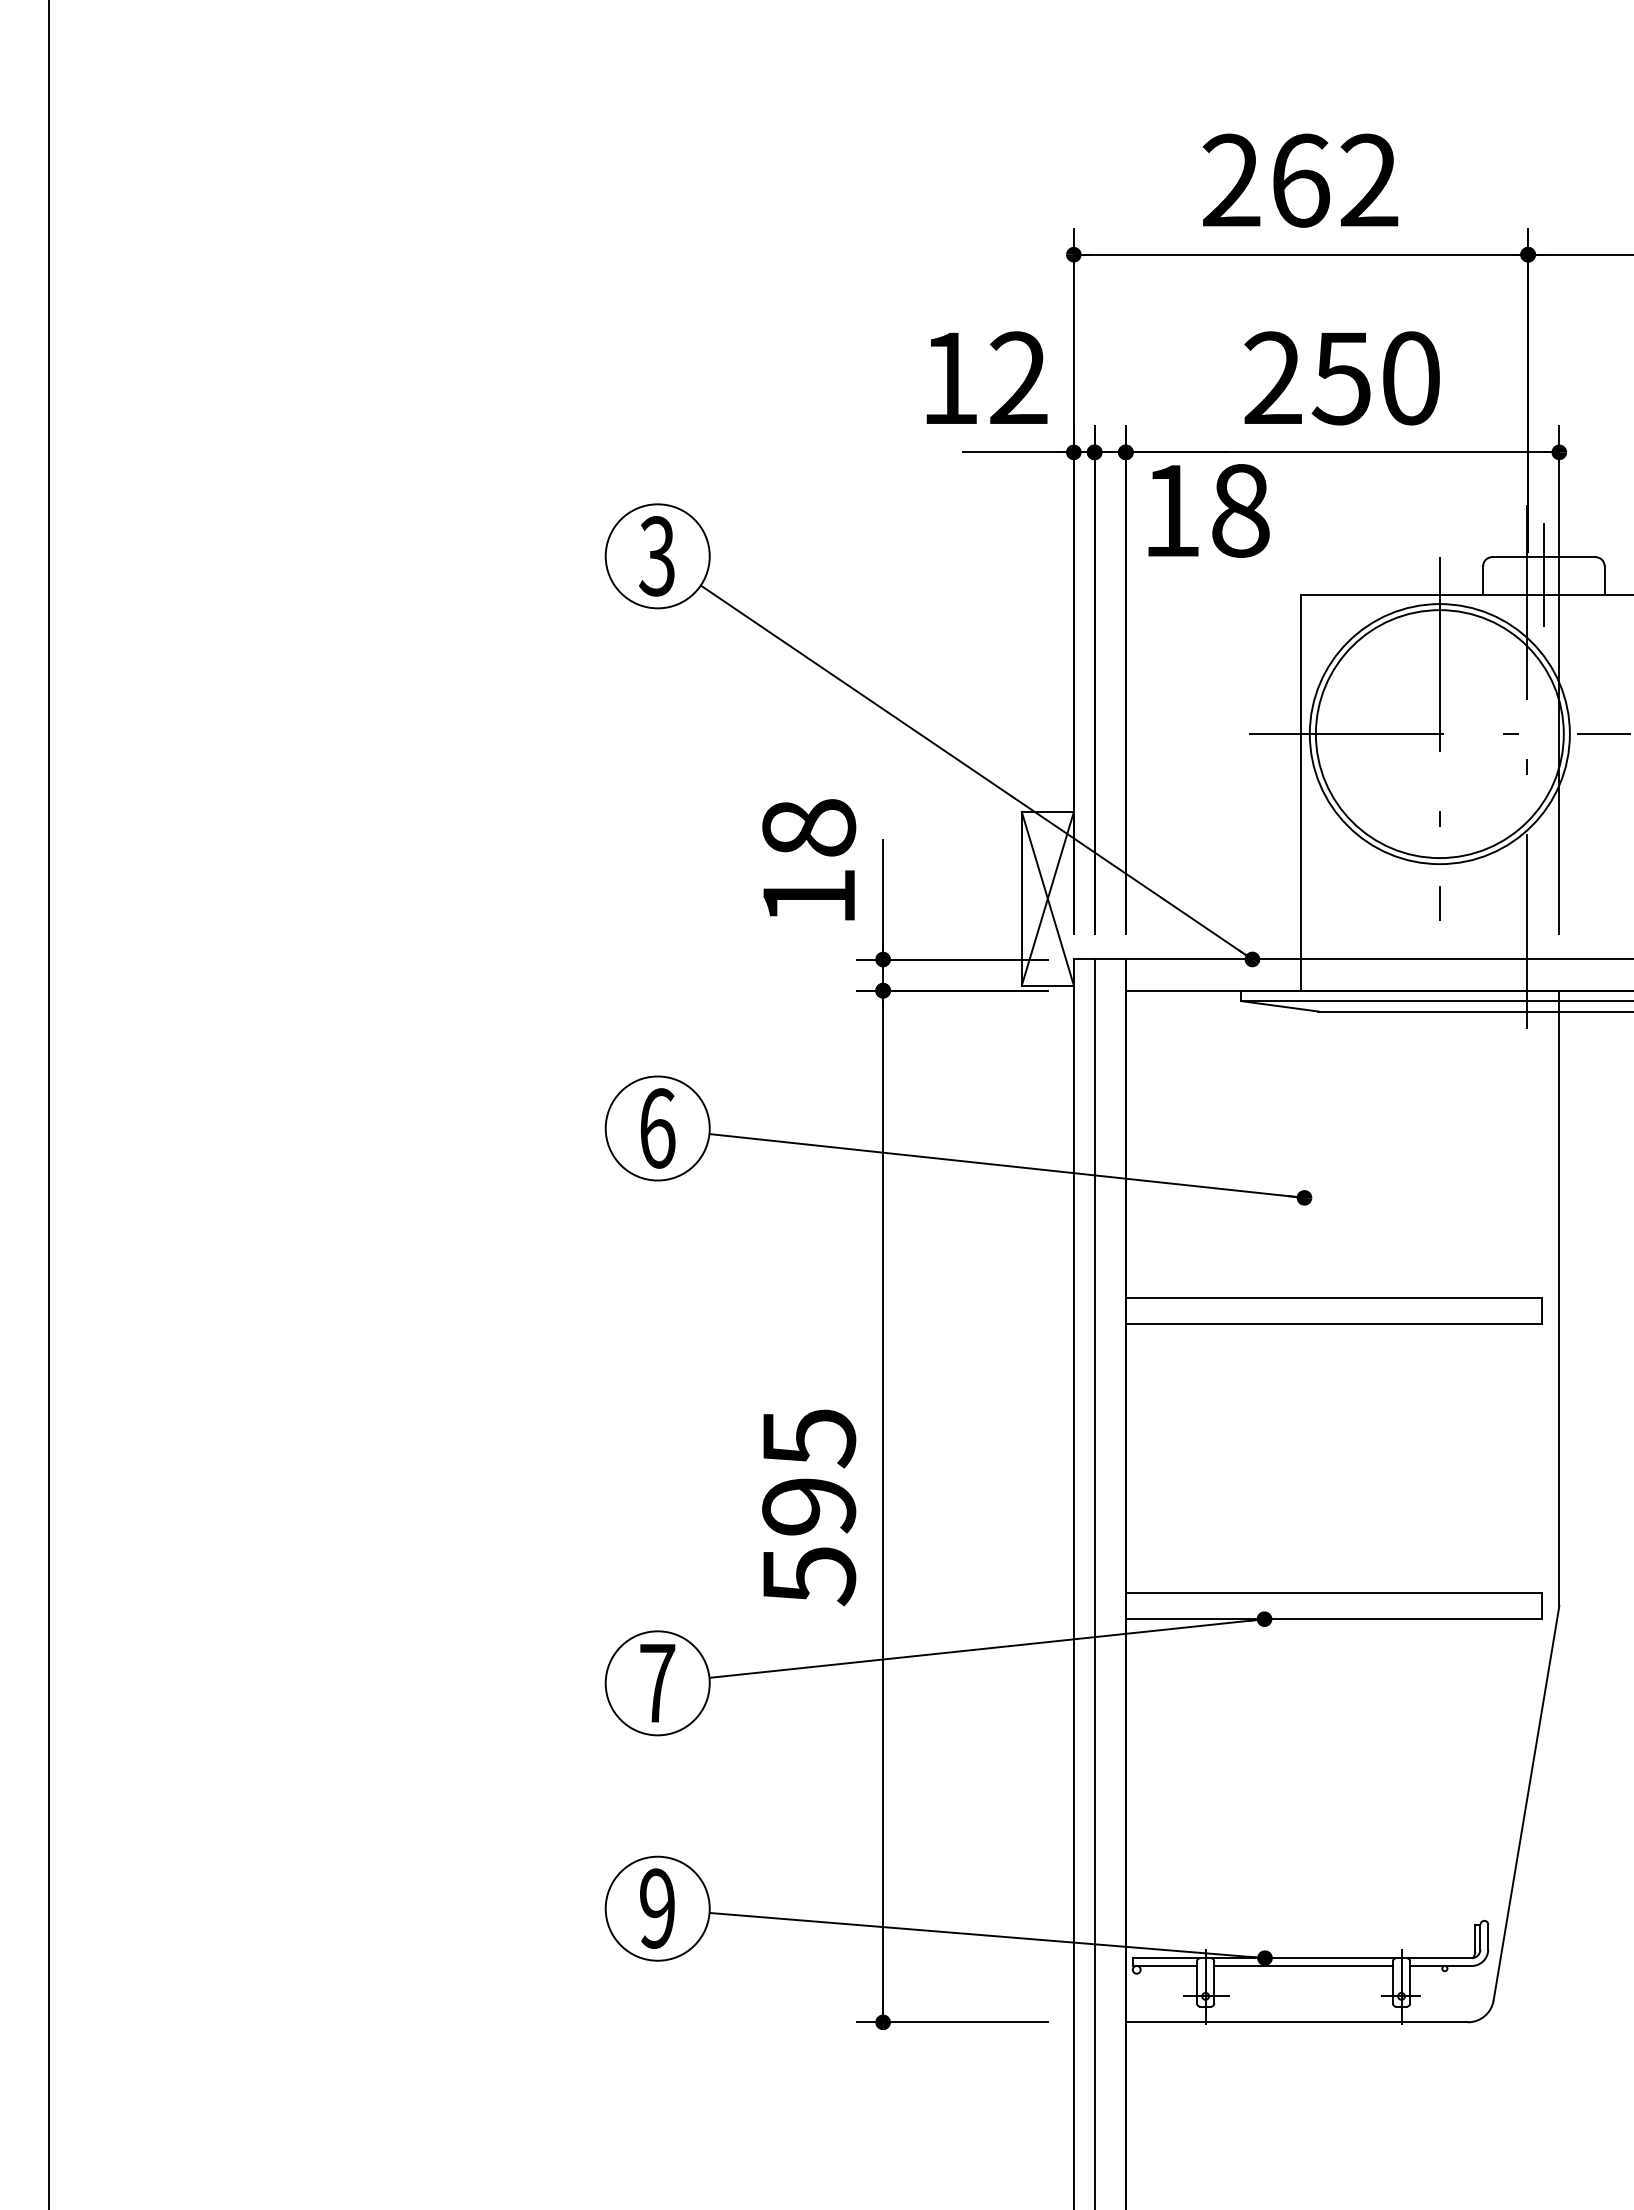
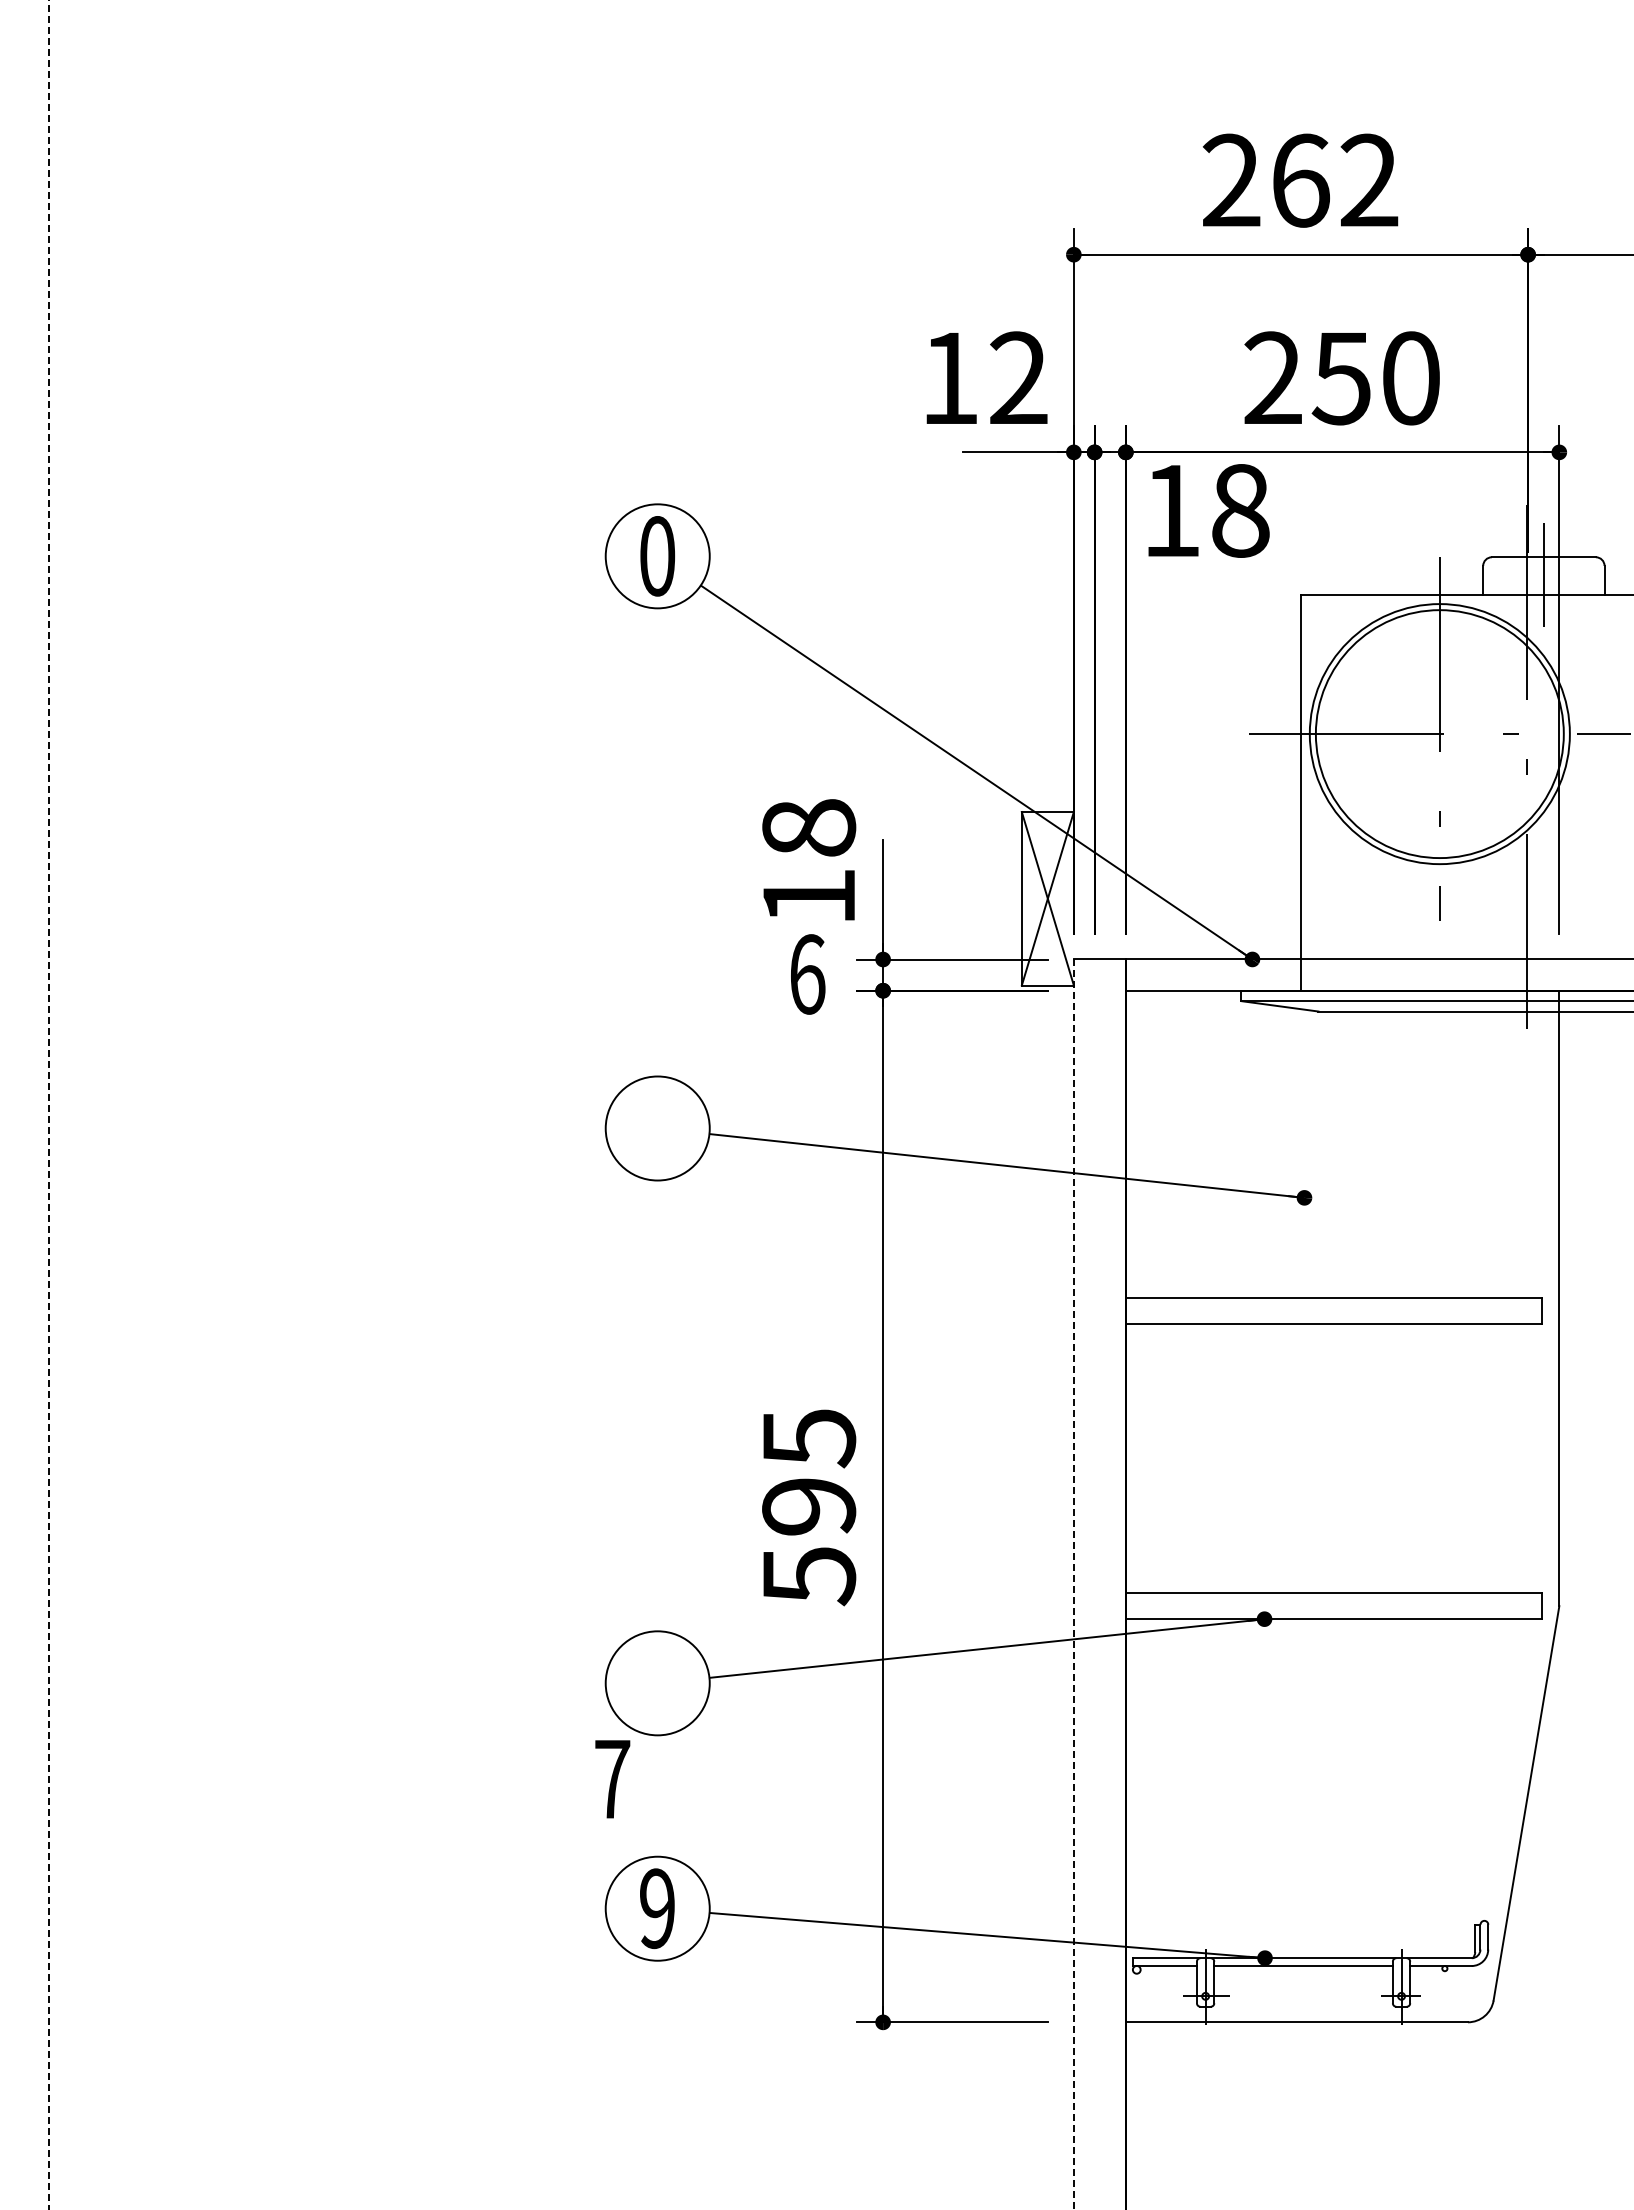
text at (657, 556): 3 -> 0
line at (48, 1105): solid -> dashed
text at (658, 1128) position: (658, 1128) -> (808, 974)
line at (1094, 1582): present -> none
line at (1073, 1584): solid -> dashed
text at (657, 1683) position: (657, 1683) -> (612, 1779)
